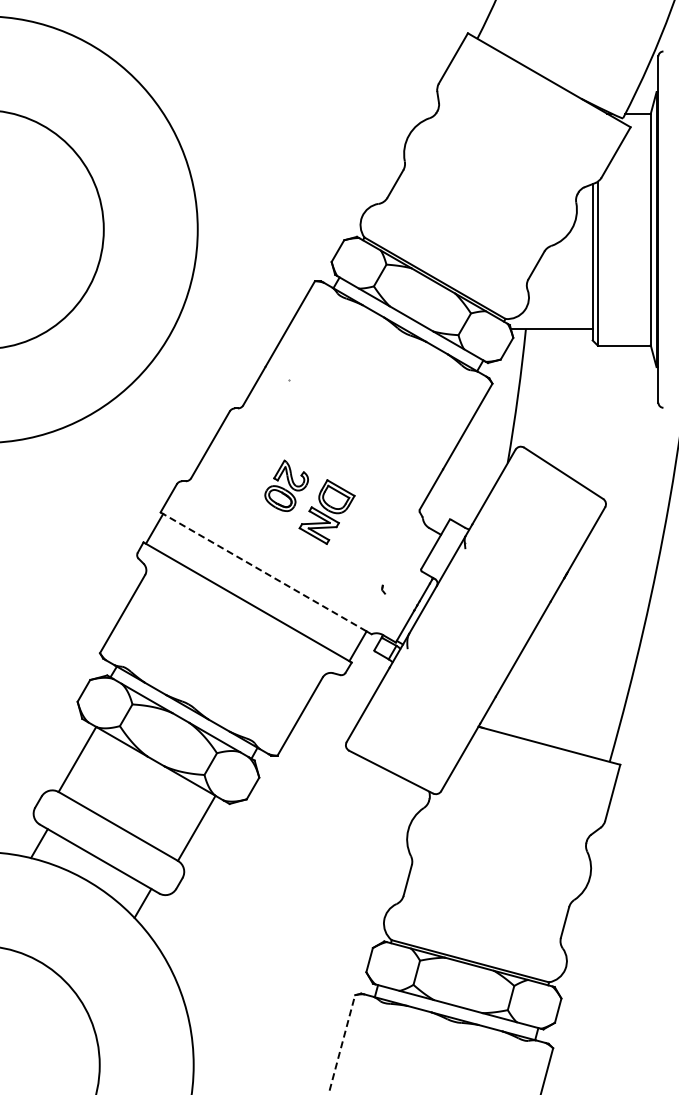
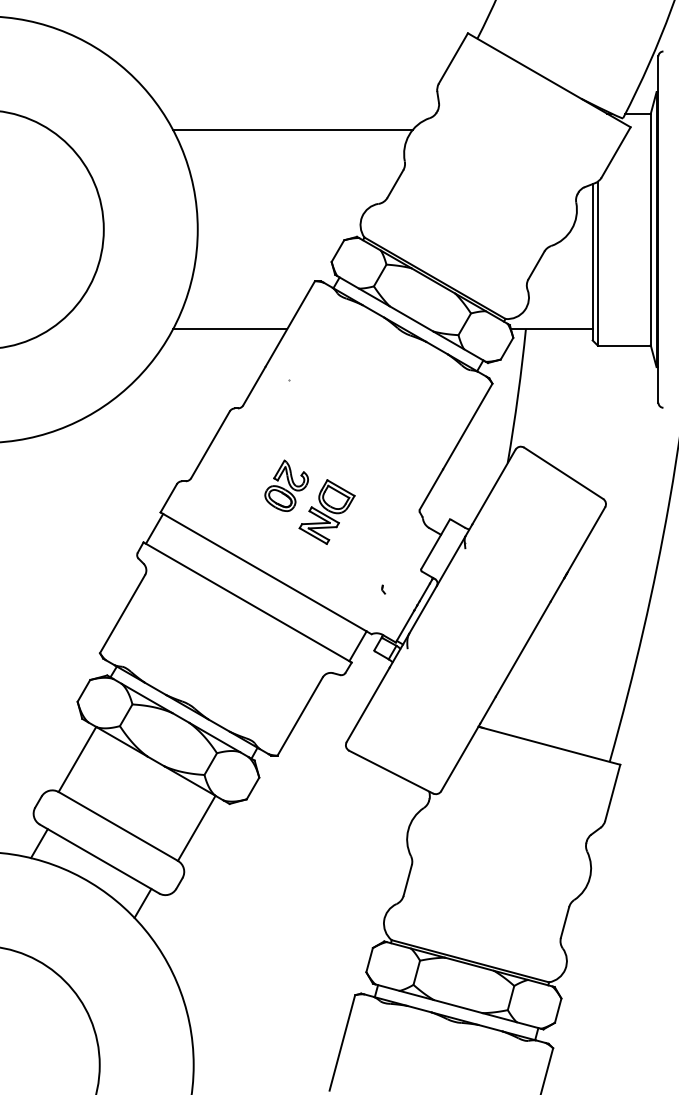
line at (292, 130): none -> present
line at (230, 329): none -> present
line at (263, 571): dashed -> solid
line at (342, 1042): dashed -> solid
